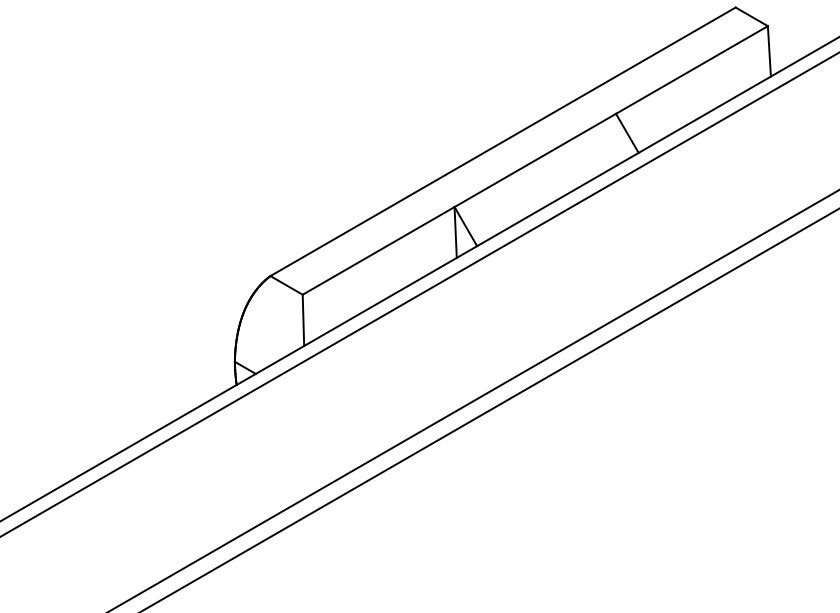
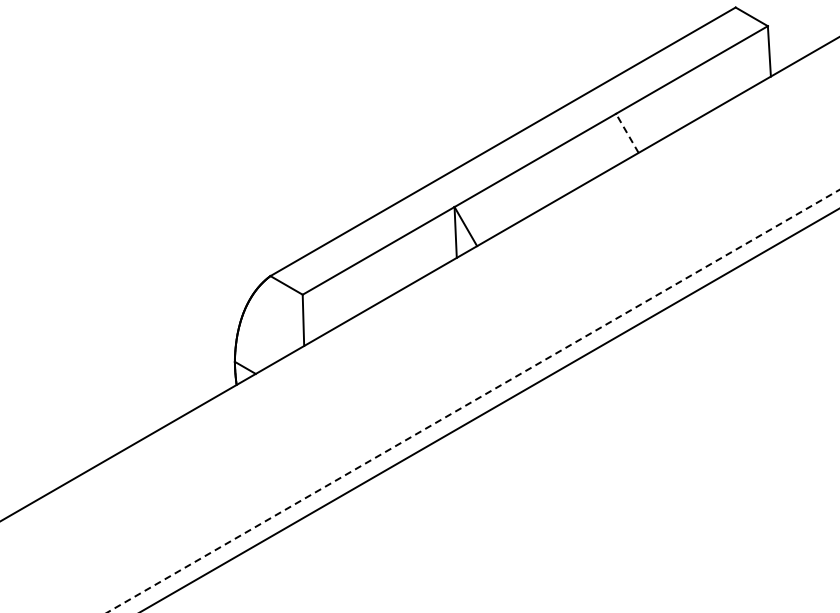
line at (627, 133): solid -> dashed
line at (419, 294): present -> none
line at (473, 401): solid -> dashed
